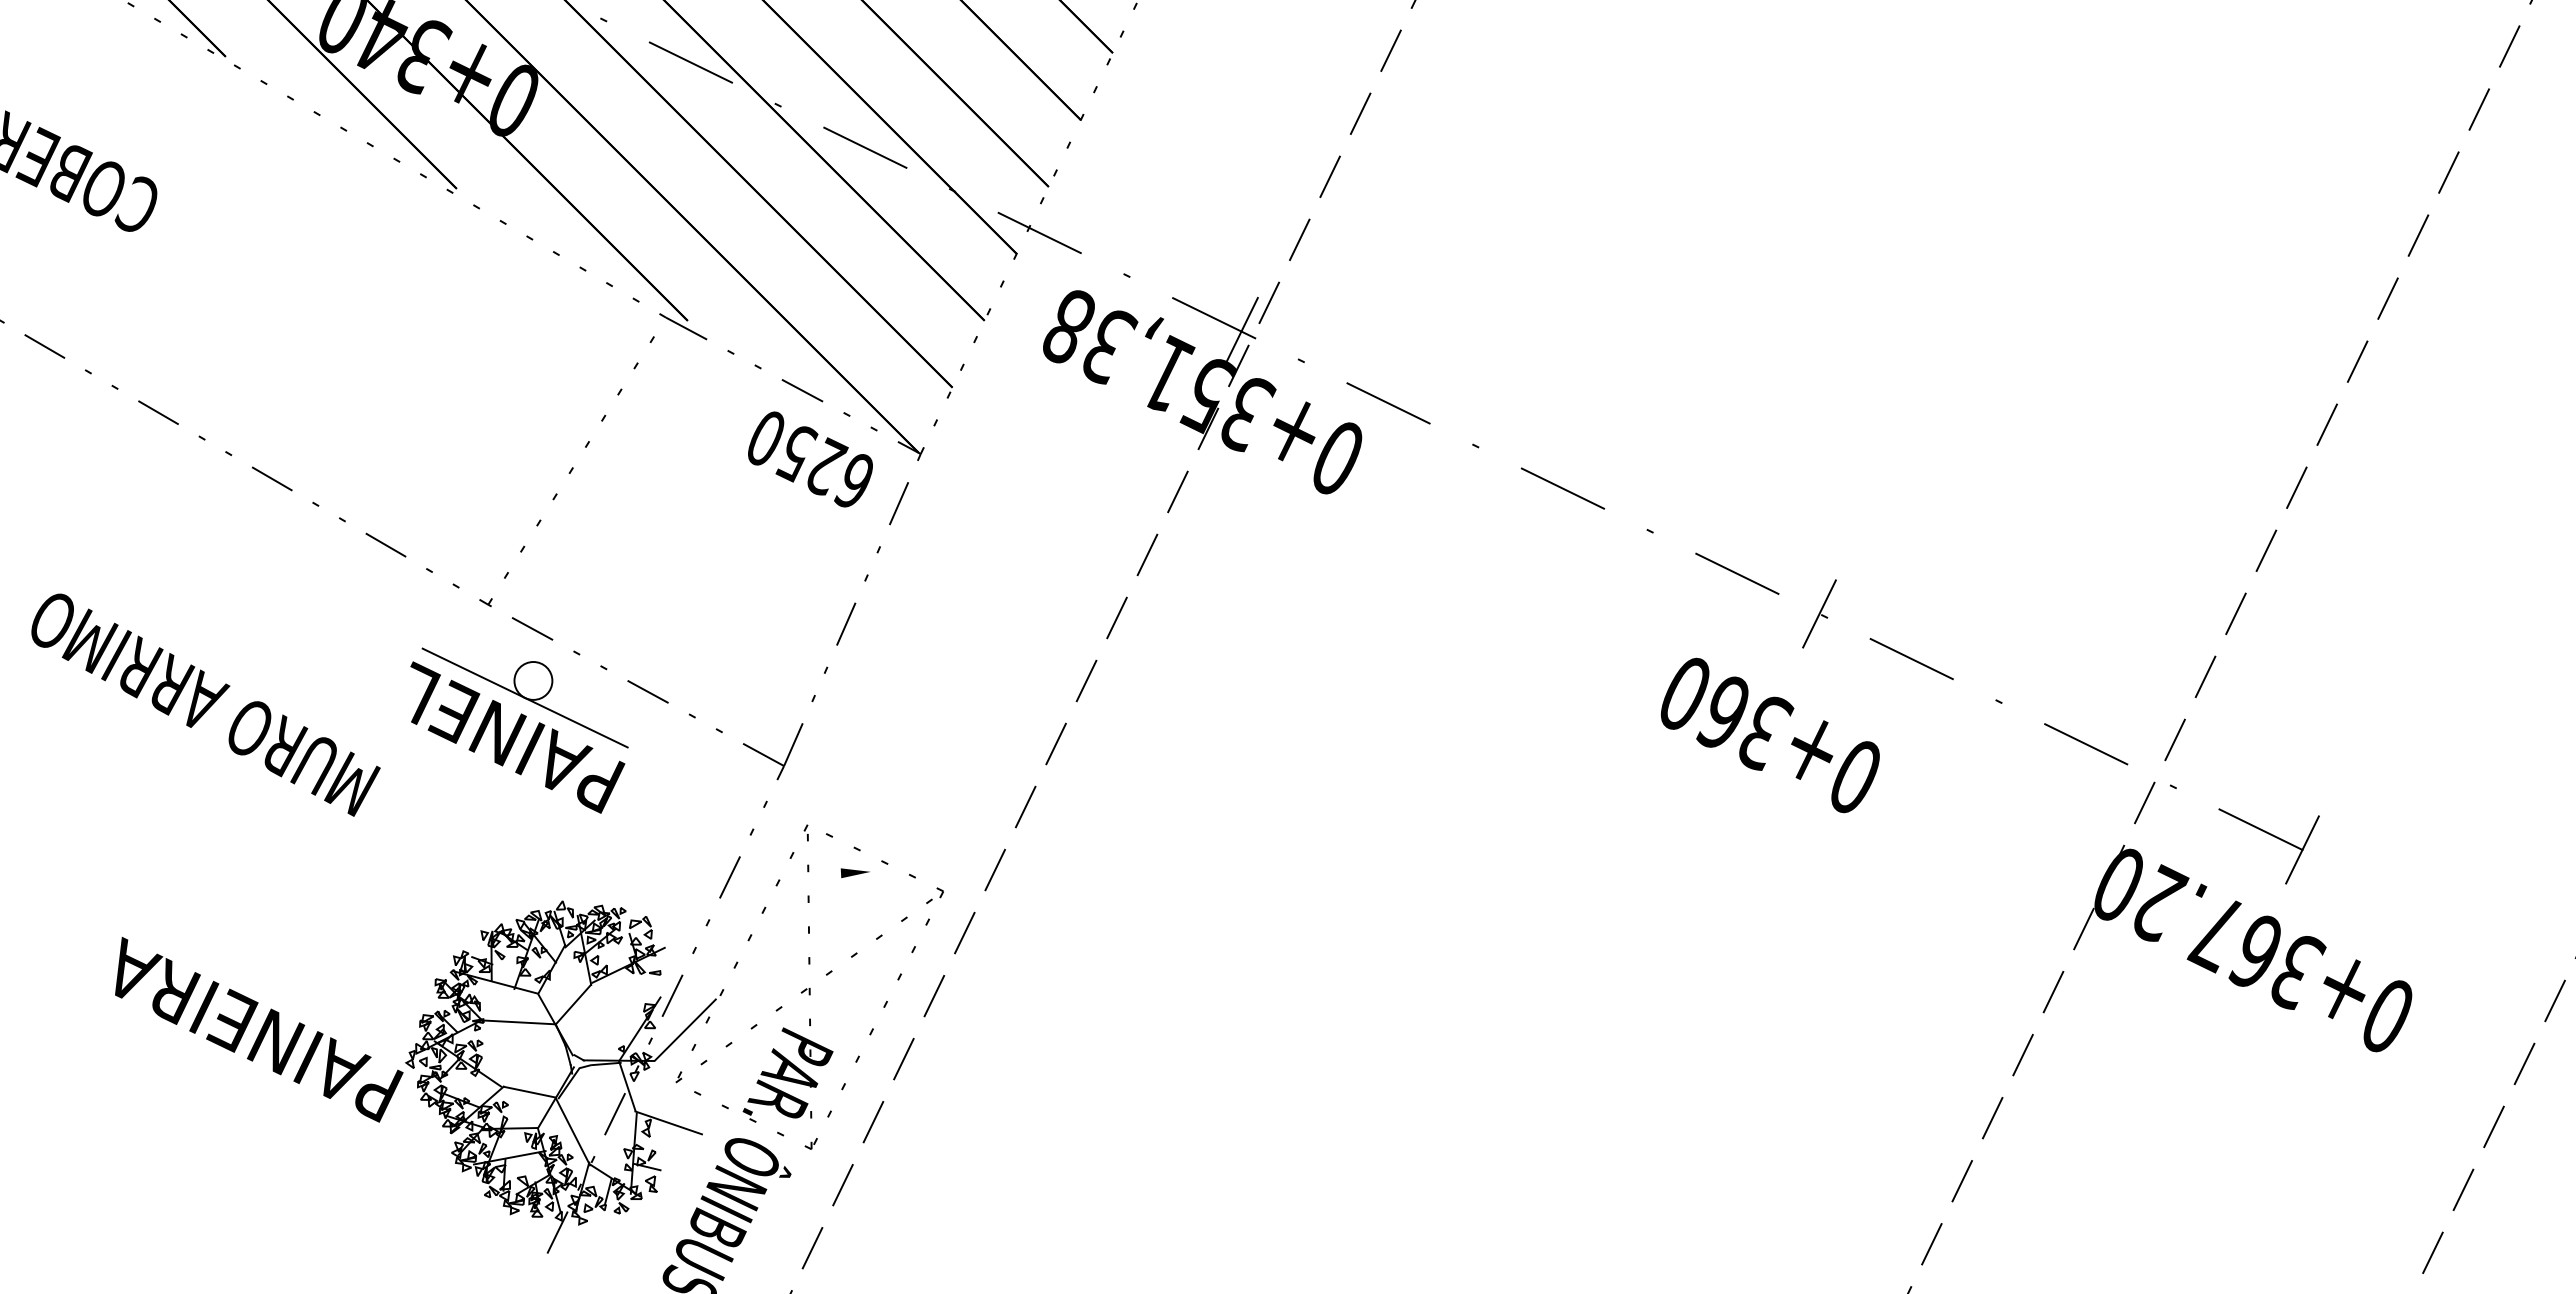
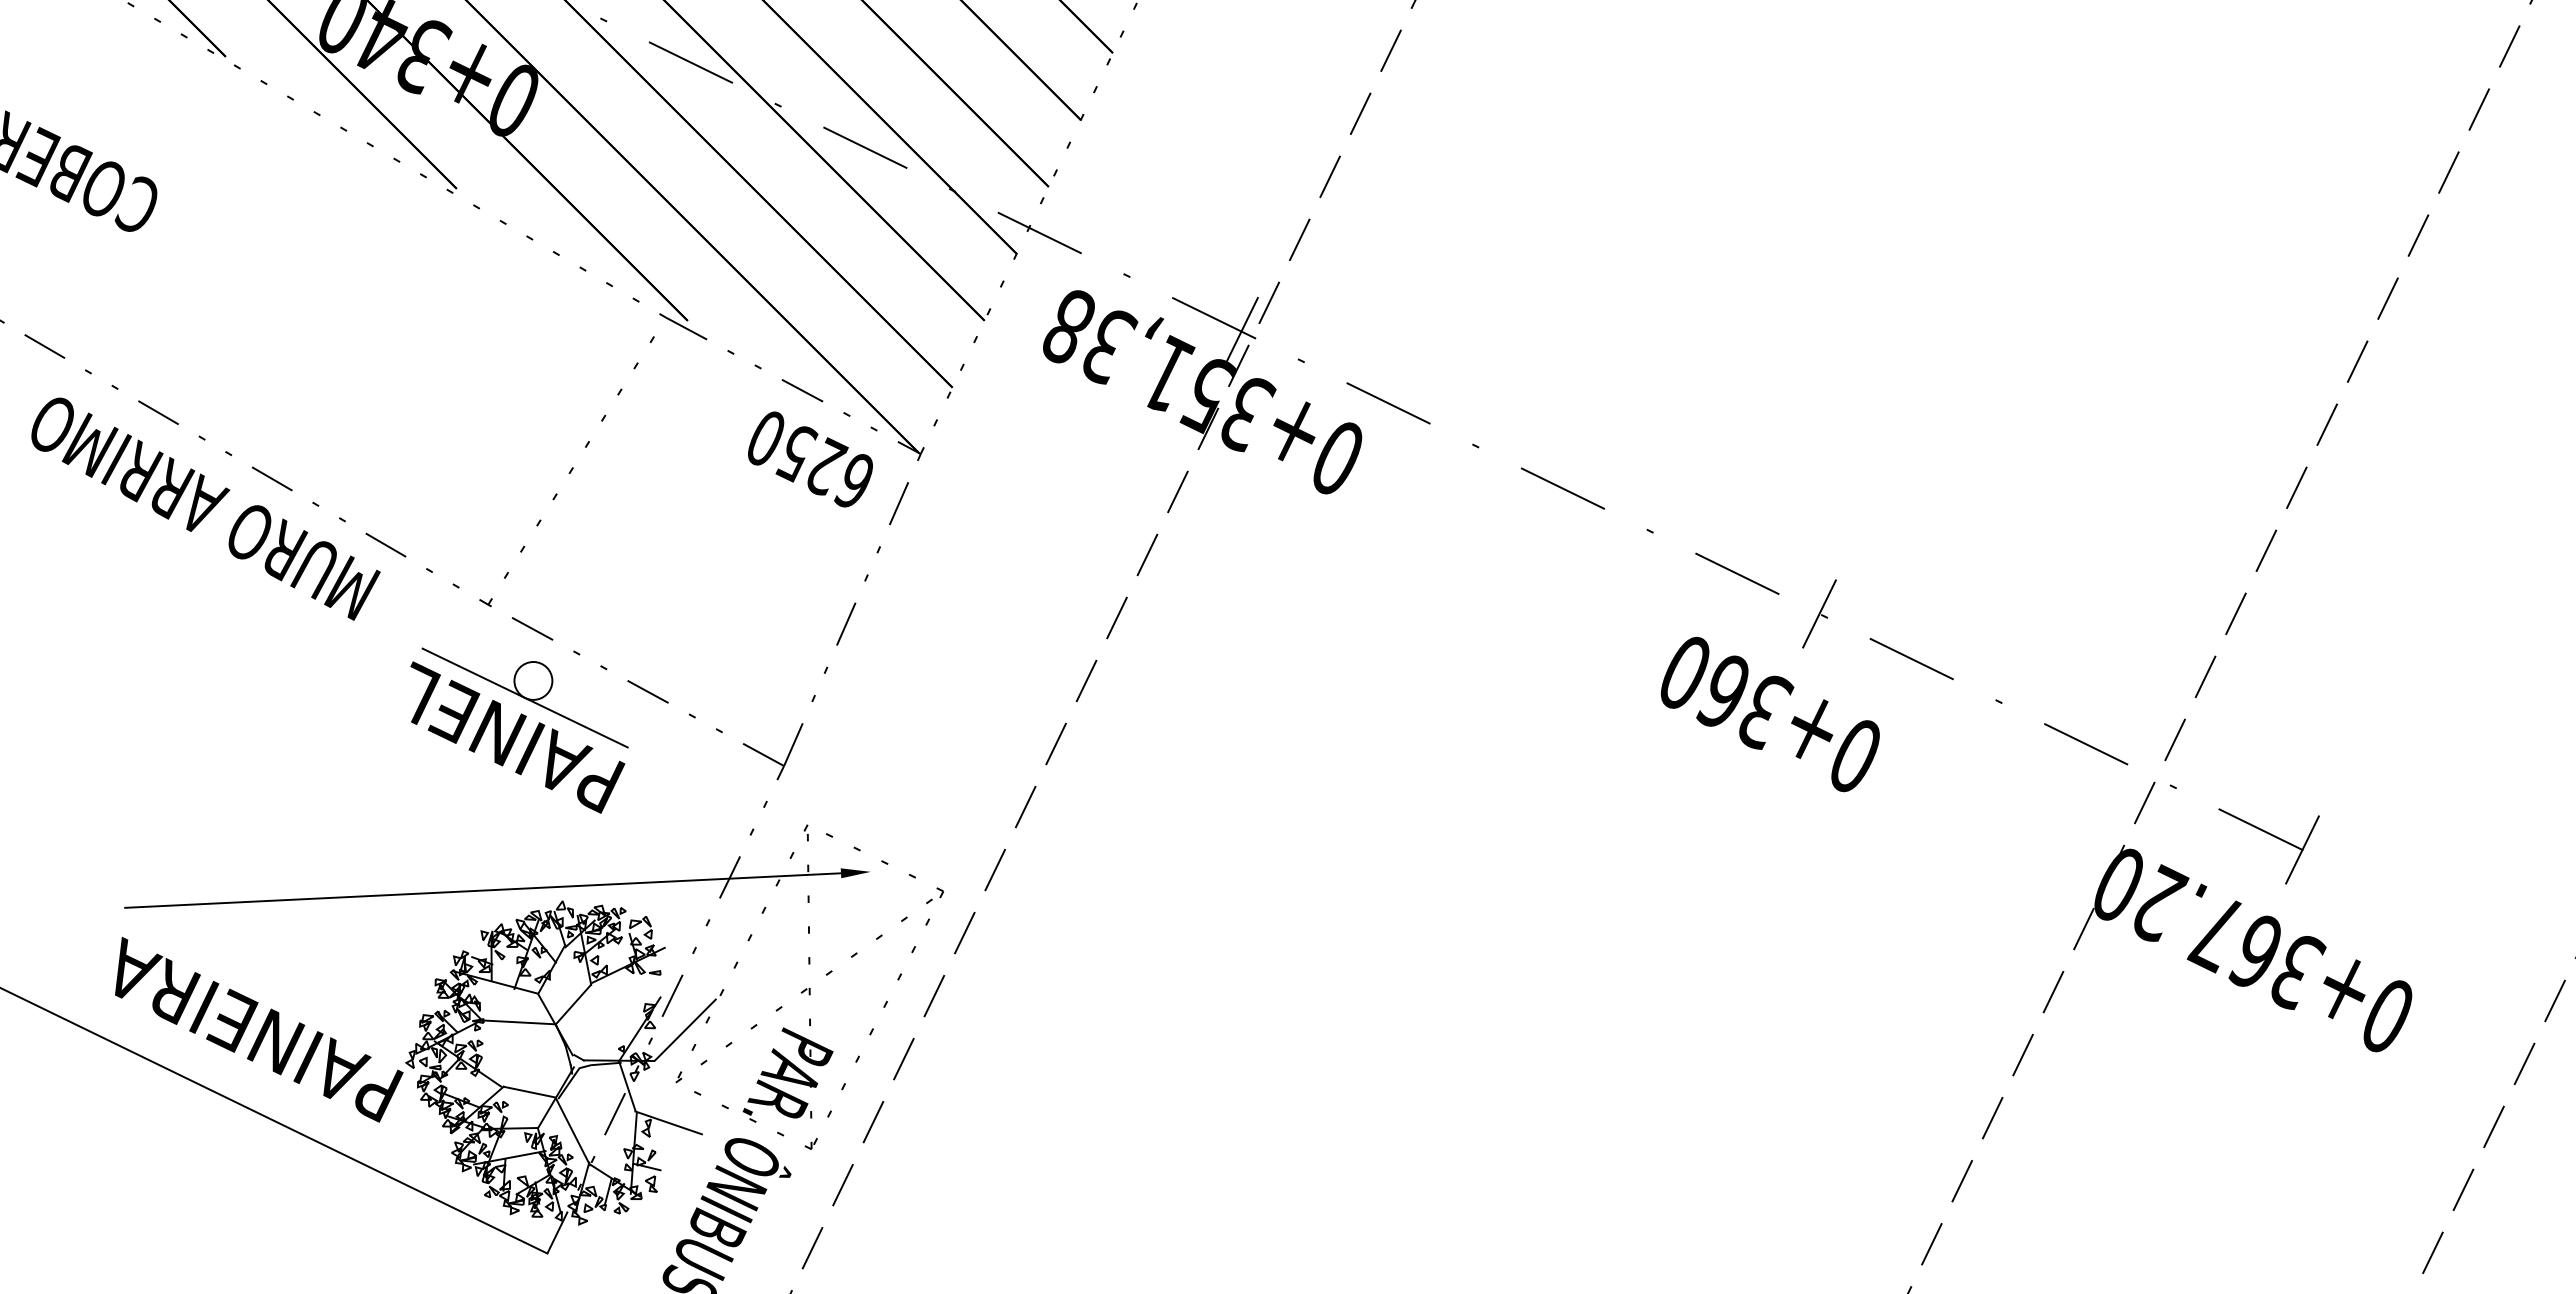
text at (205, 704) position: (205, 704) -> (205, 508)
text at (1769, 735) position: (1769, 735) -> (1769, 714)
line at (483, 890): none -> present
line at (274, 1120): none -> present
